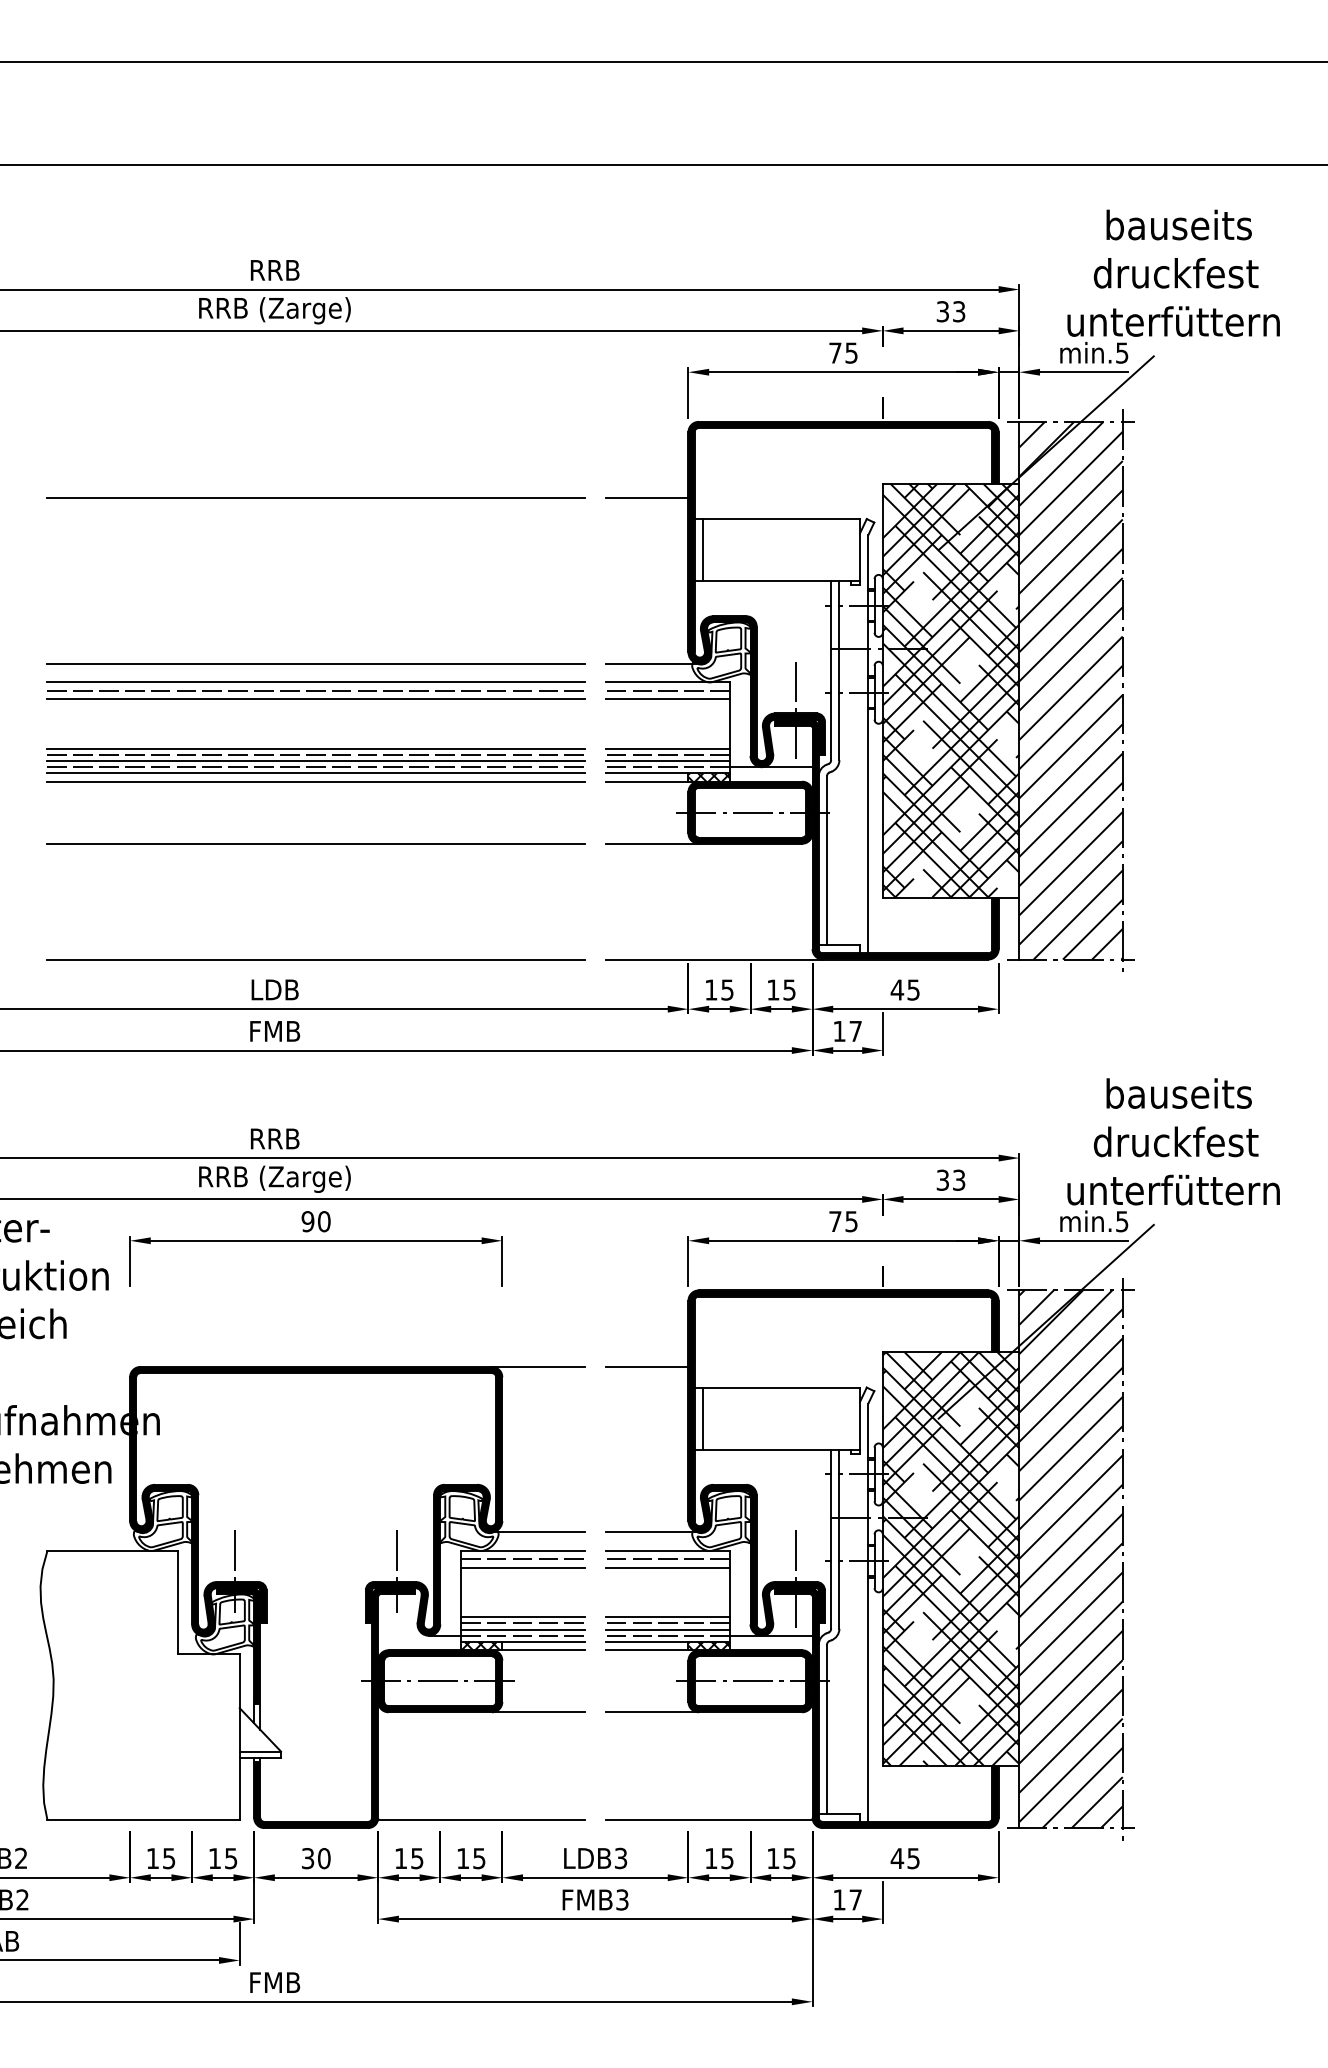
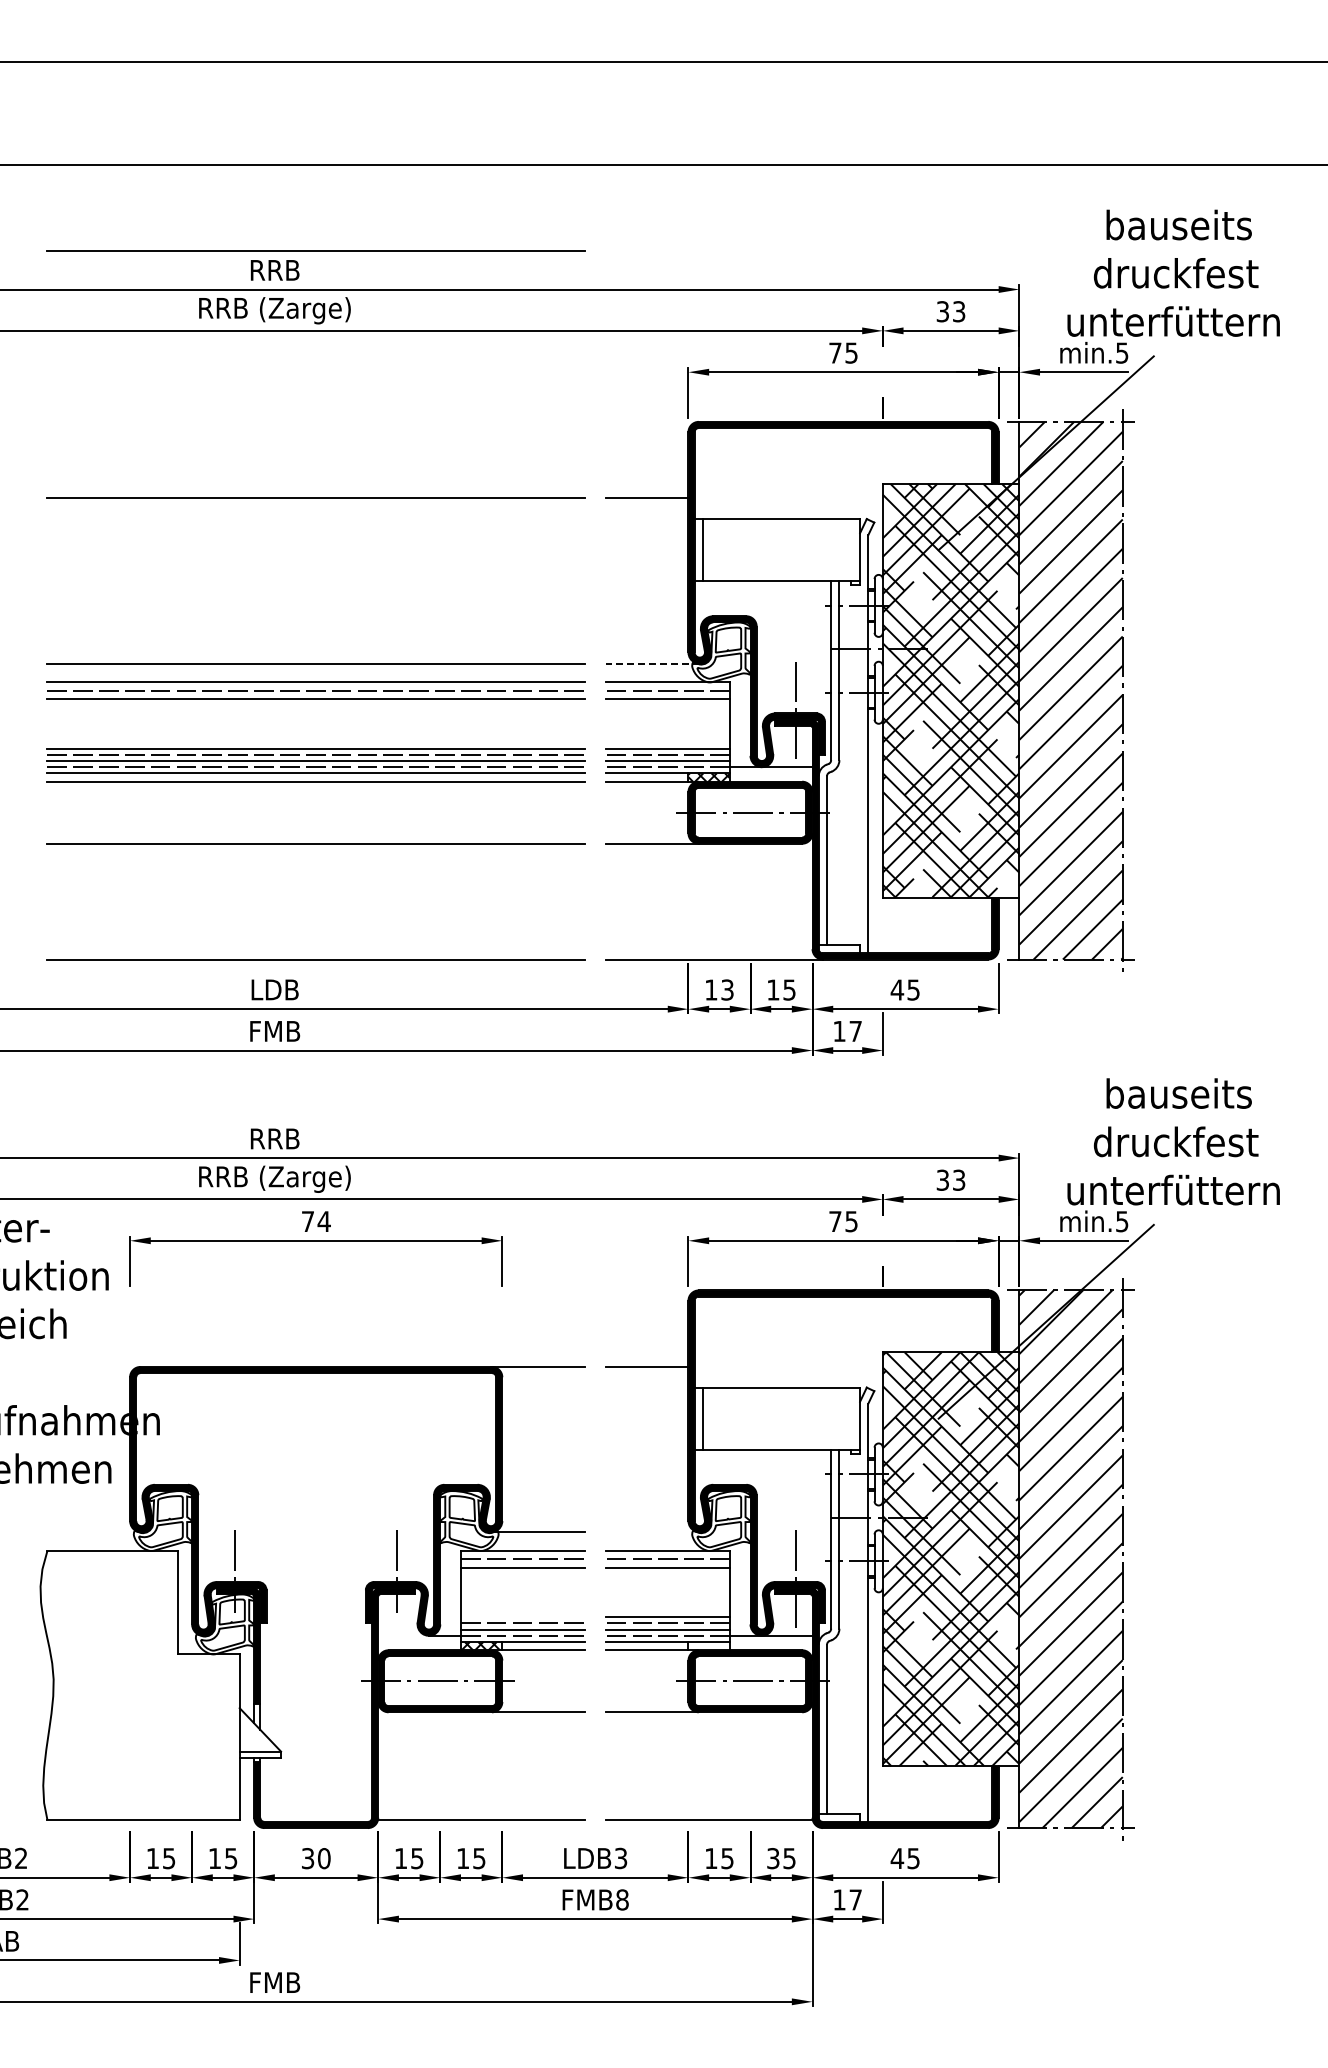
line at (315, 250): none -> present
line at (652, 663): solid -> dashed
text at (727, 989): 15 -> 13
text at (315, 1221): 90 -> 74
line at (652, 1532): present -> none
line at (522, 1617): present -> none
hatch at (708, 1645): present -> none
text at (773, 1858): 15 -> 35
text at (622, 1899): FMB3 -> FMB8
